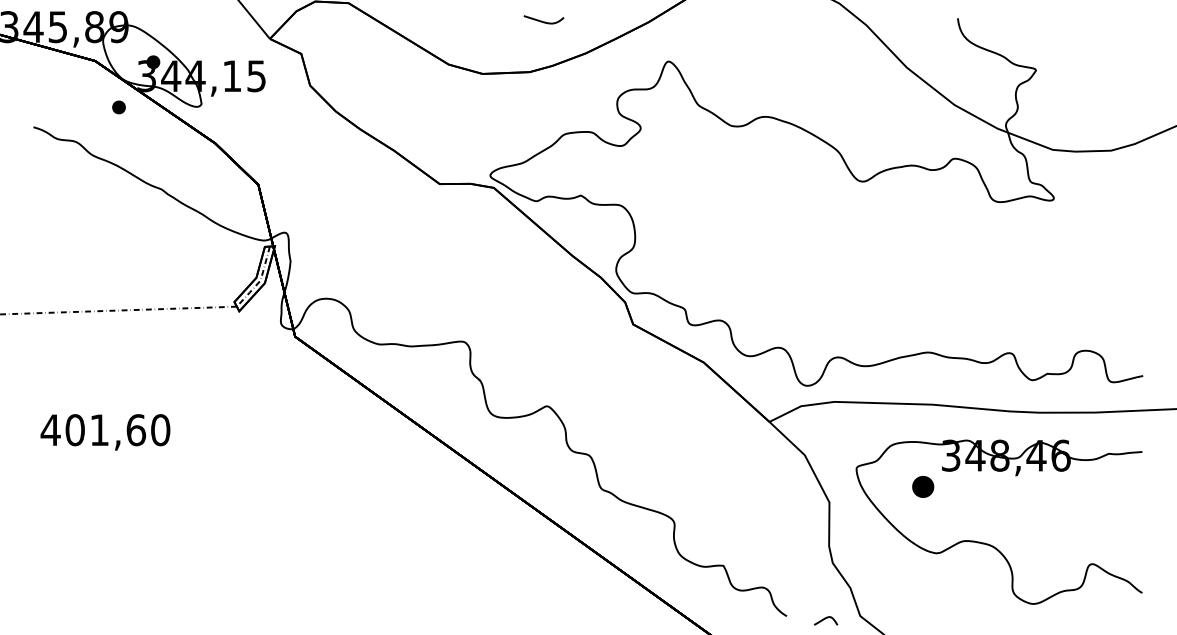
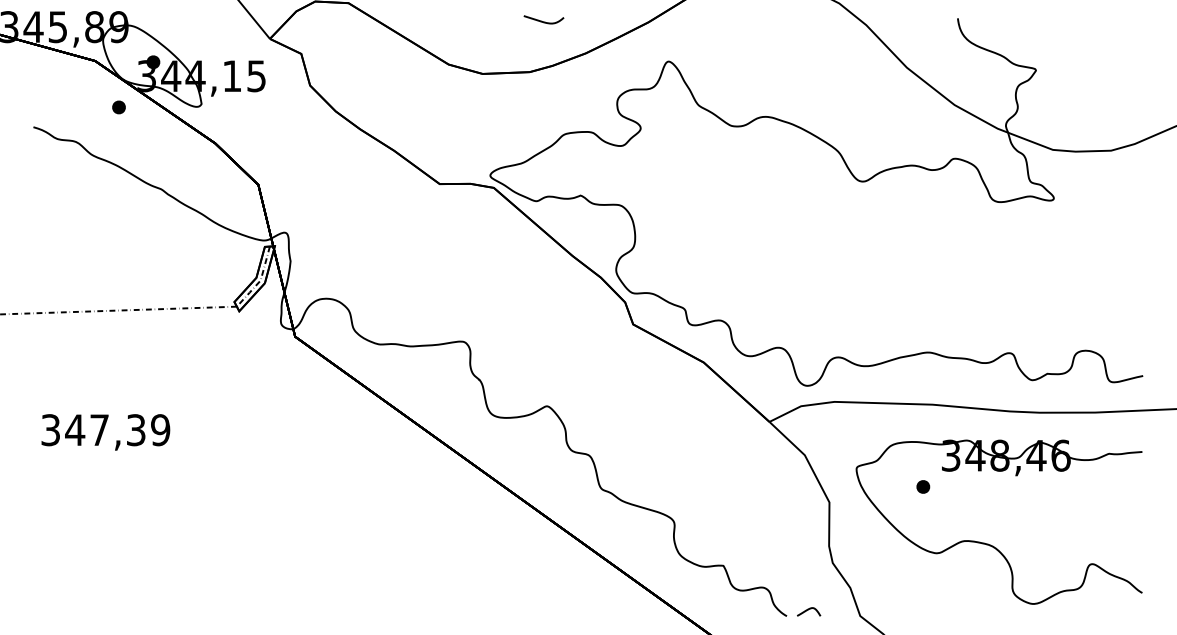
text at (105, 430): 401,60 -> 347,39
part at (923, 486) size: 23x22 px -> 15x14 px
curve at (825, 619) position: (825, 619) -> (808, 610)
